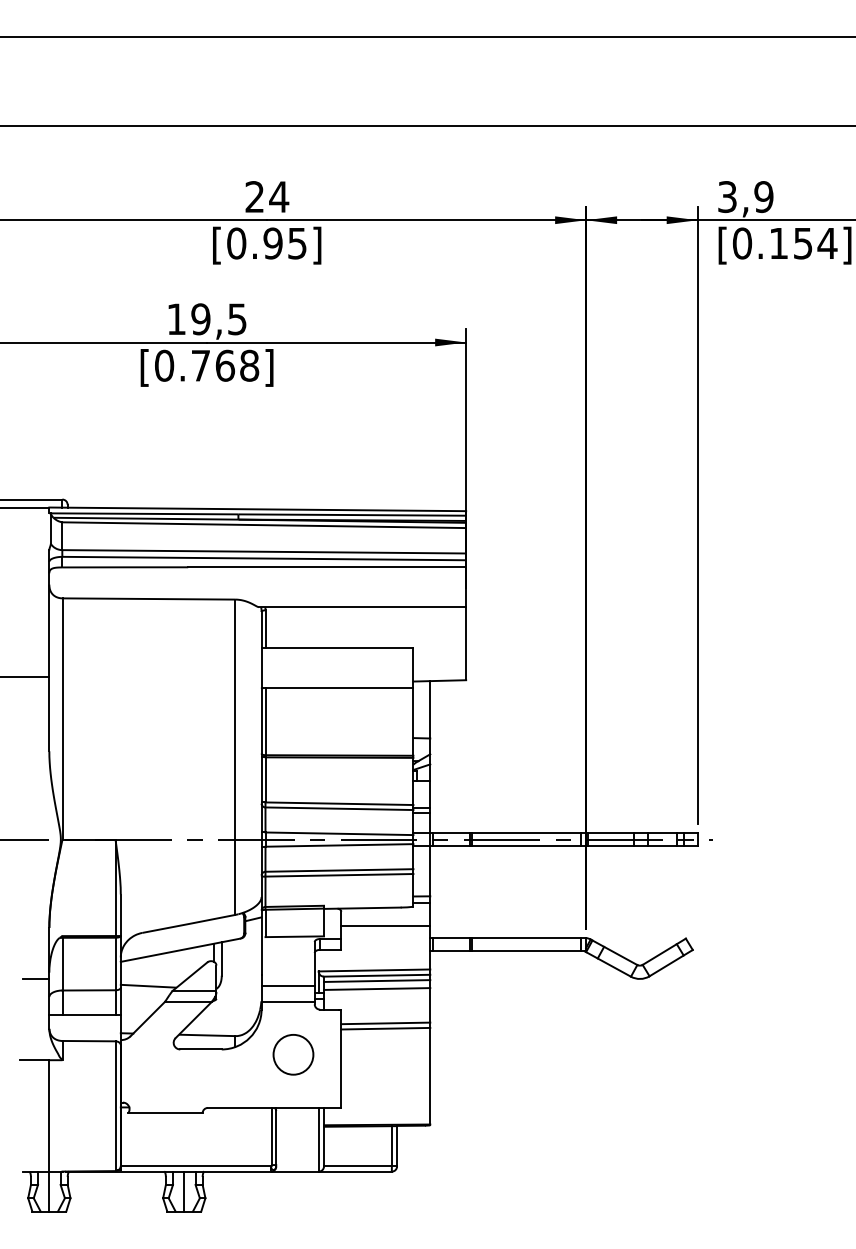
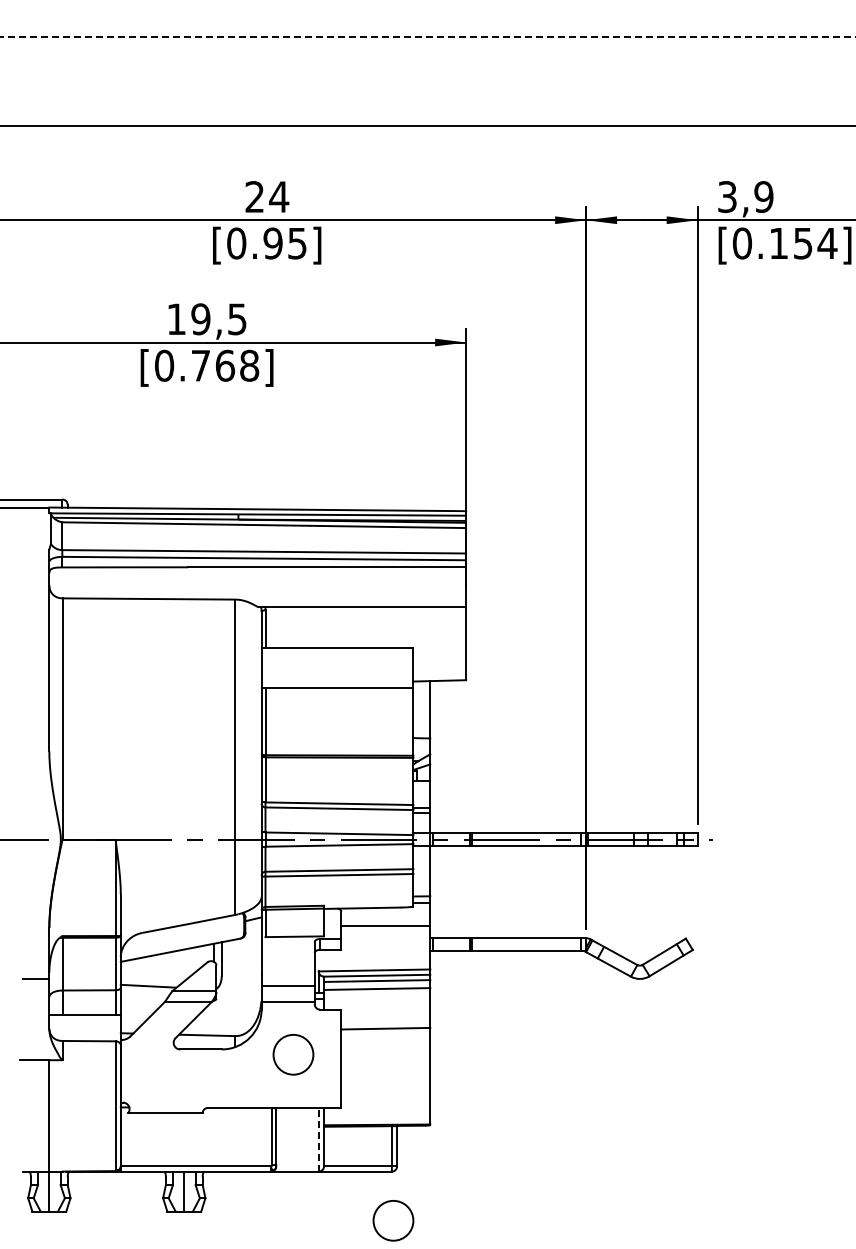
line at (428, 37): solid -> dashed
line at (25, 677): present -> none
line at (385, 1023): present -> none
line at (318, 1139): solid -> dashed
circle at (393, 1220): none -> present
